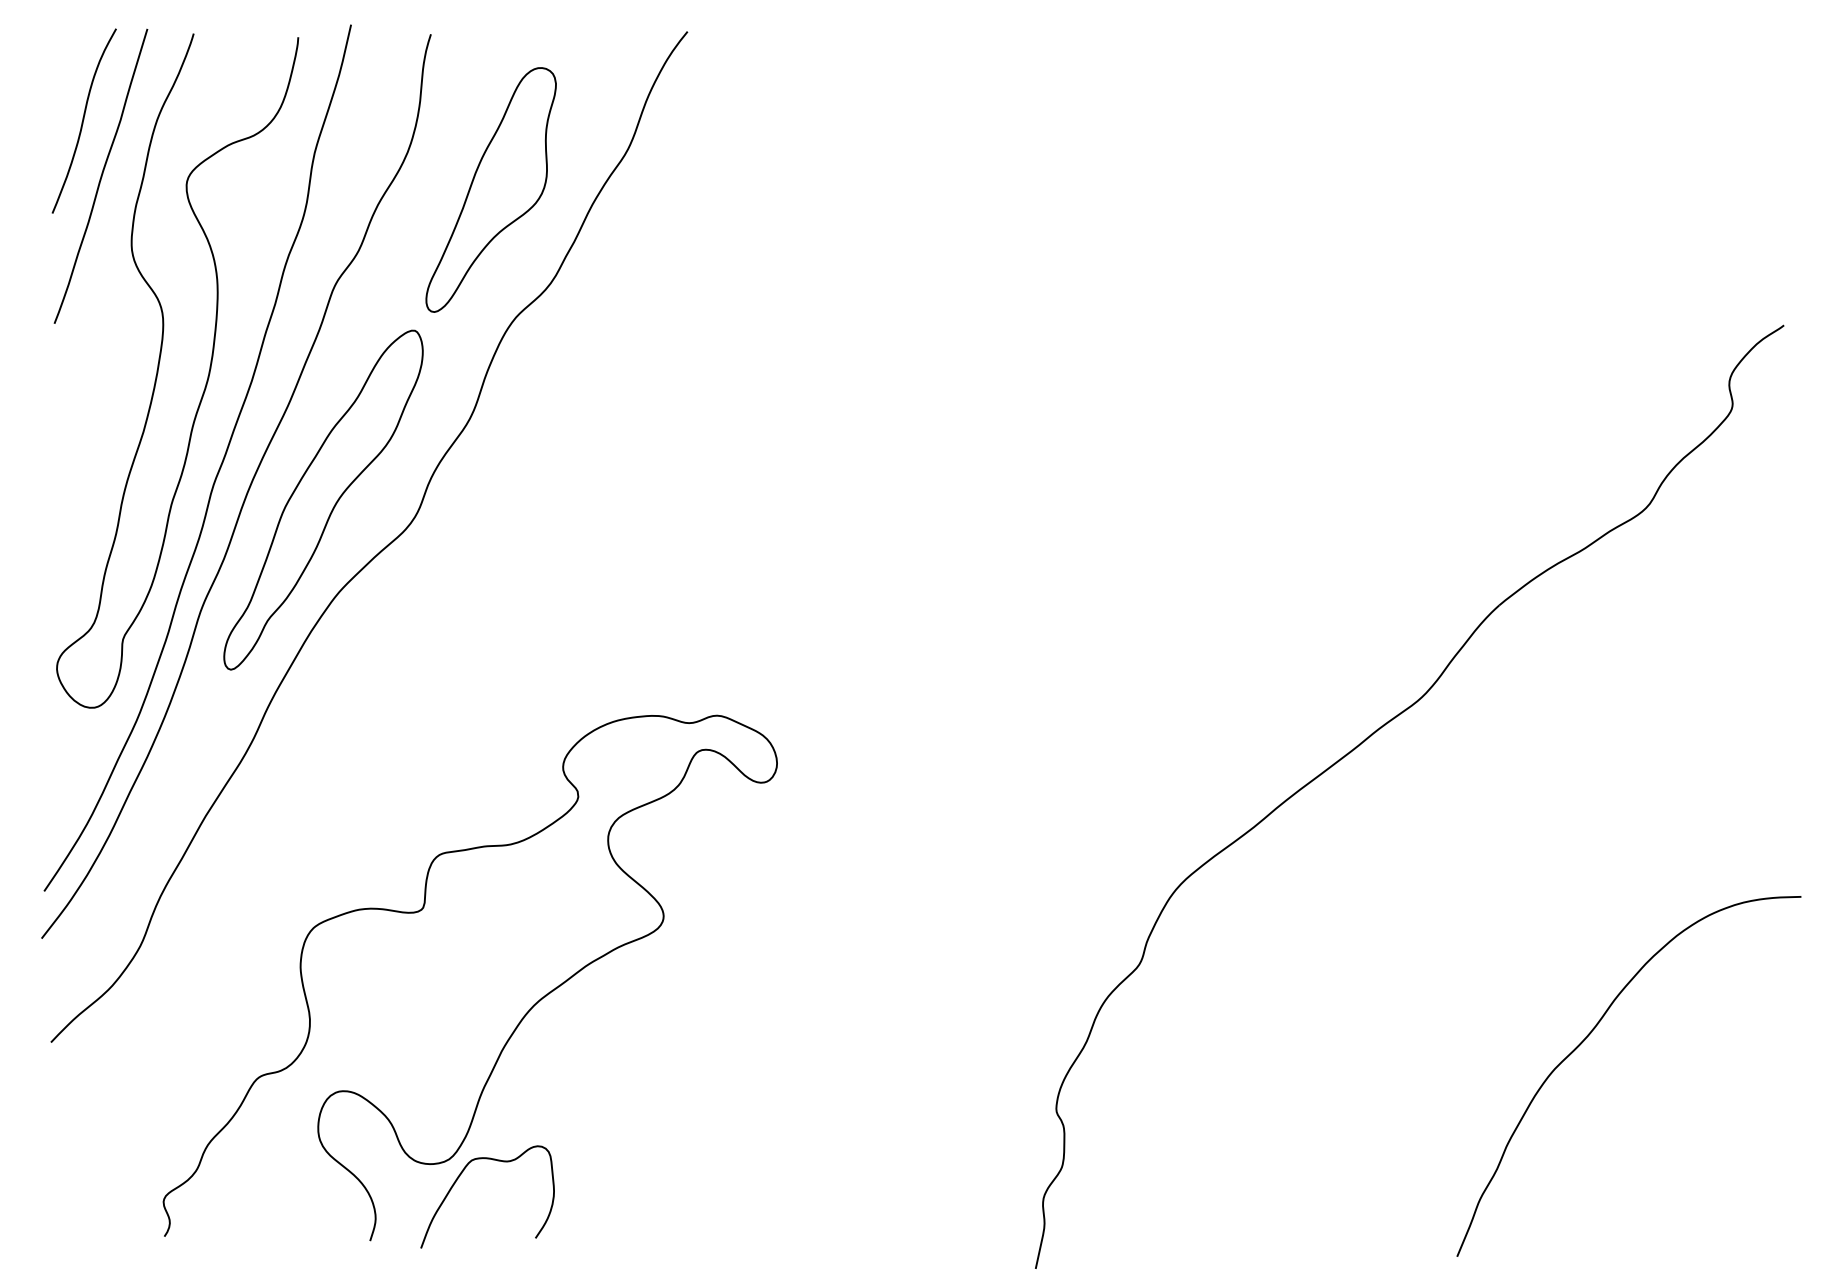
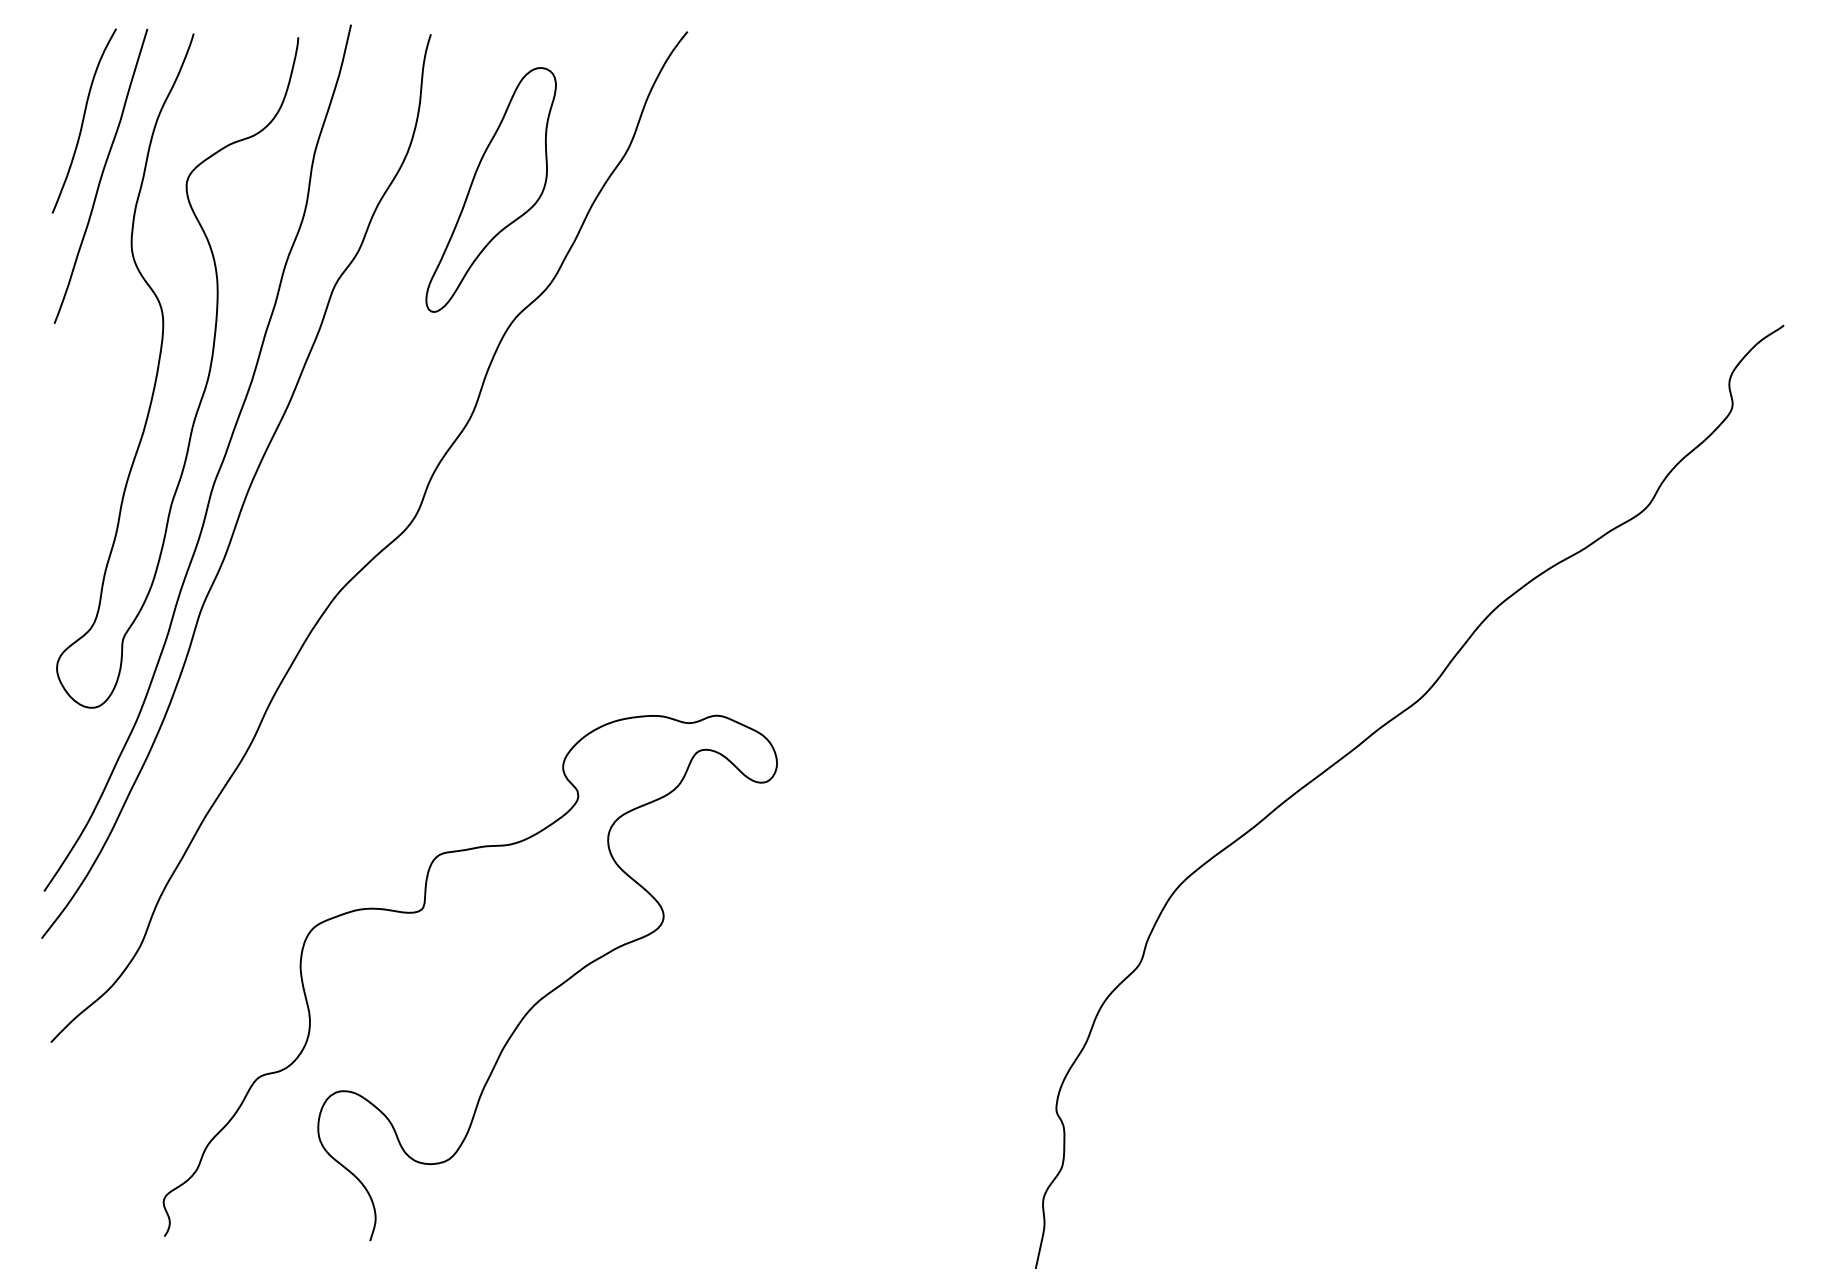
part at (323, 499): present -> none
curve at (1584, 1041): present -> none
curve at (460, 1176): present -> none
